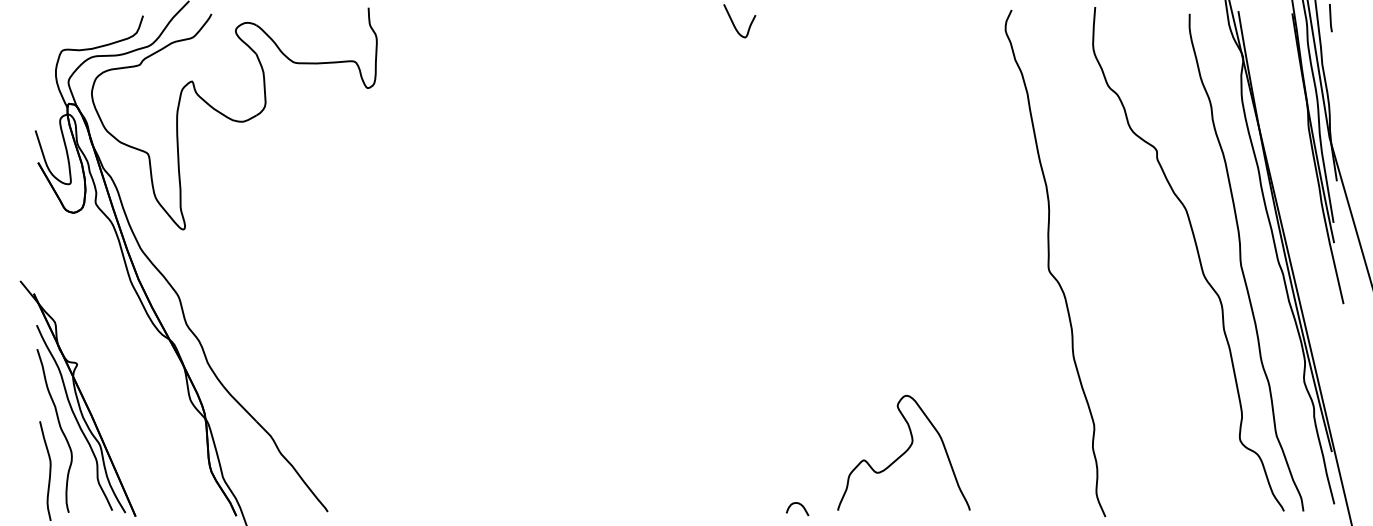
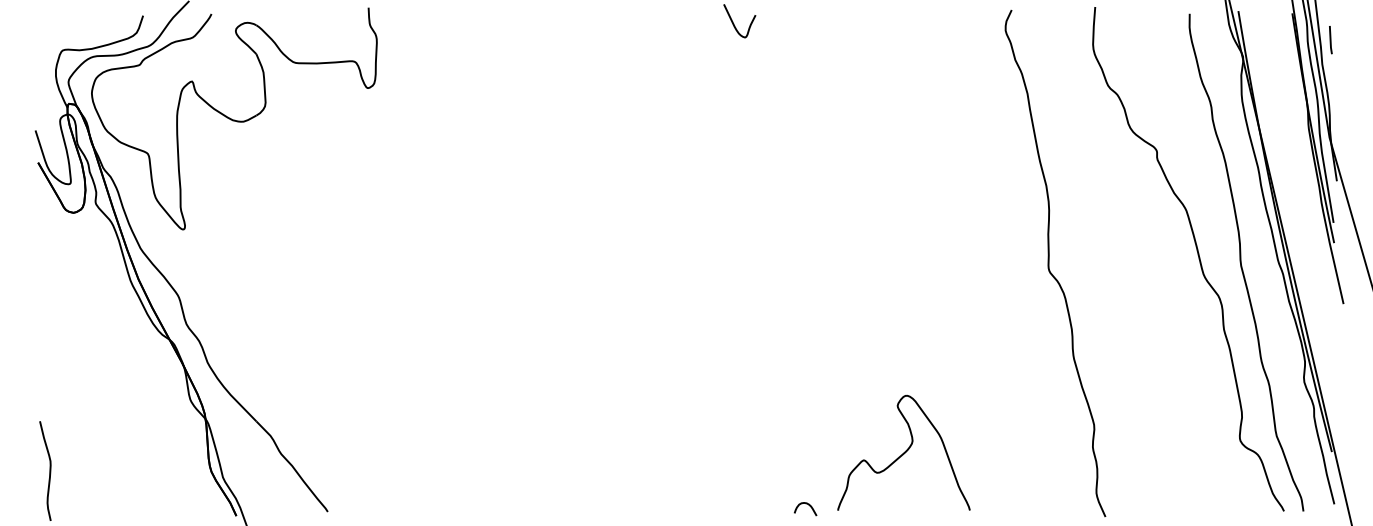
line at (1330, 18) position: (1330, 18) -> (1330, 40)
part at (77, 398): present -> none
curve at (797, 504) position: (797, 504) -> (805, 504)
